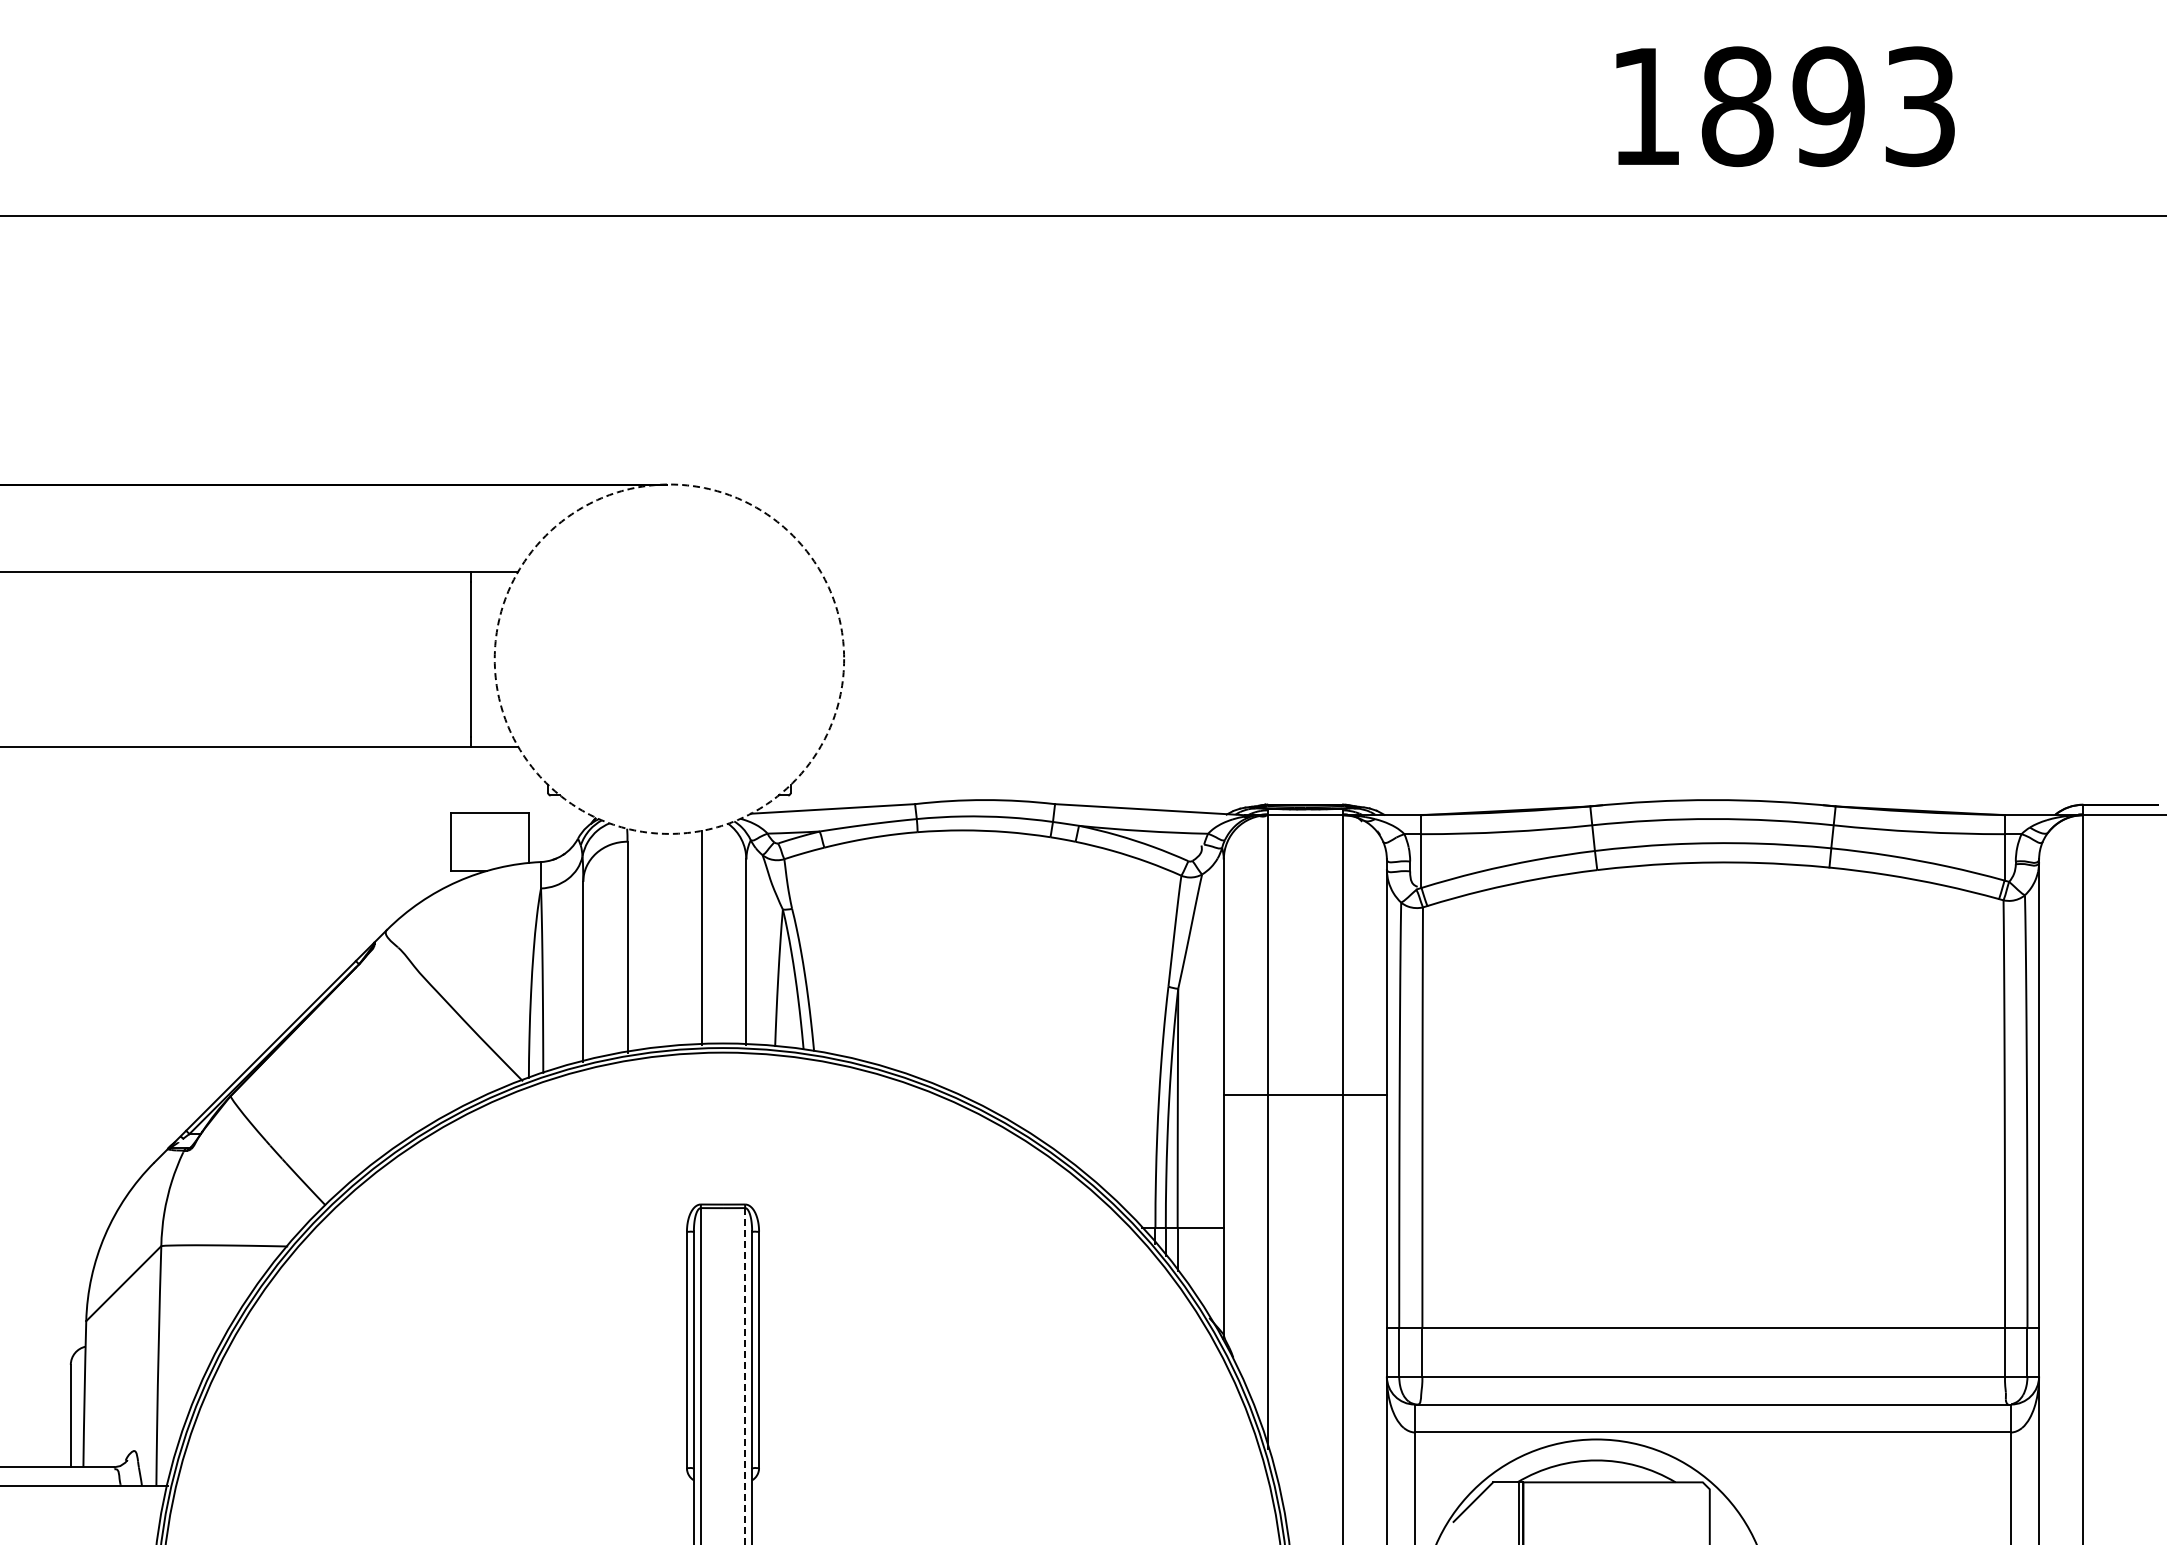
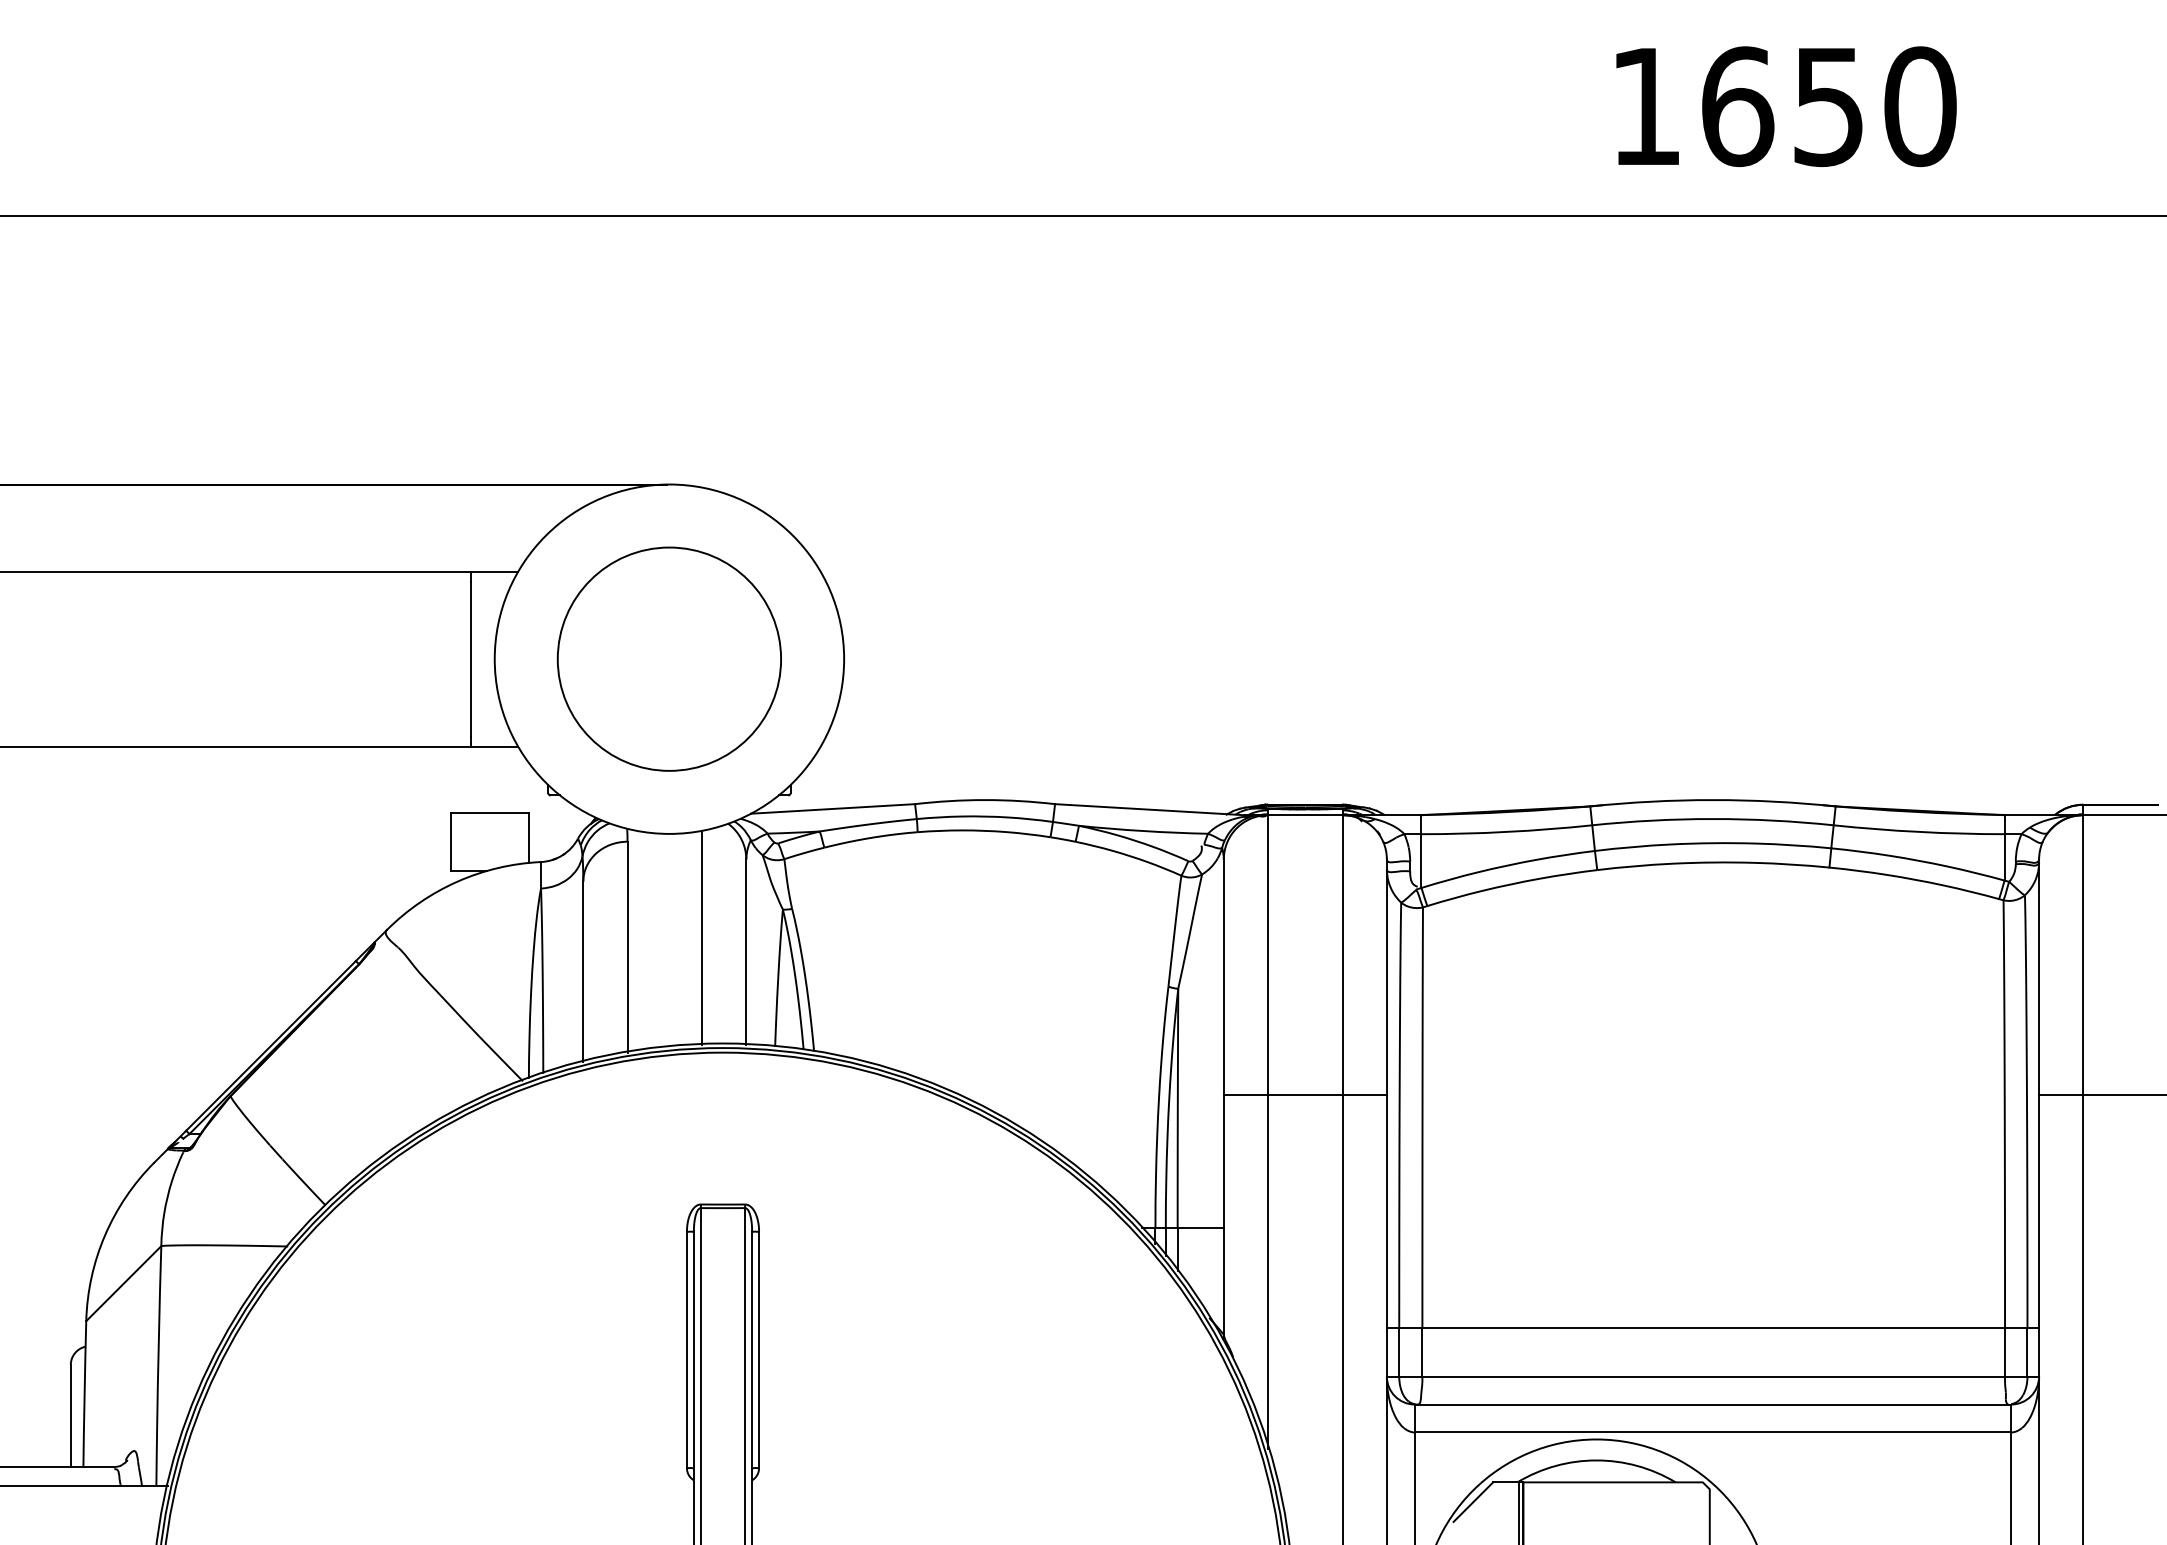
text at (1828, 106): 1893 -> 1650
circle at (668, 658): none -> present
circle at (669, 658): dashed -> solid
line at (2101, 1094): none -> present
line at (745, 1376): dashed -> solid
